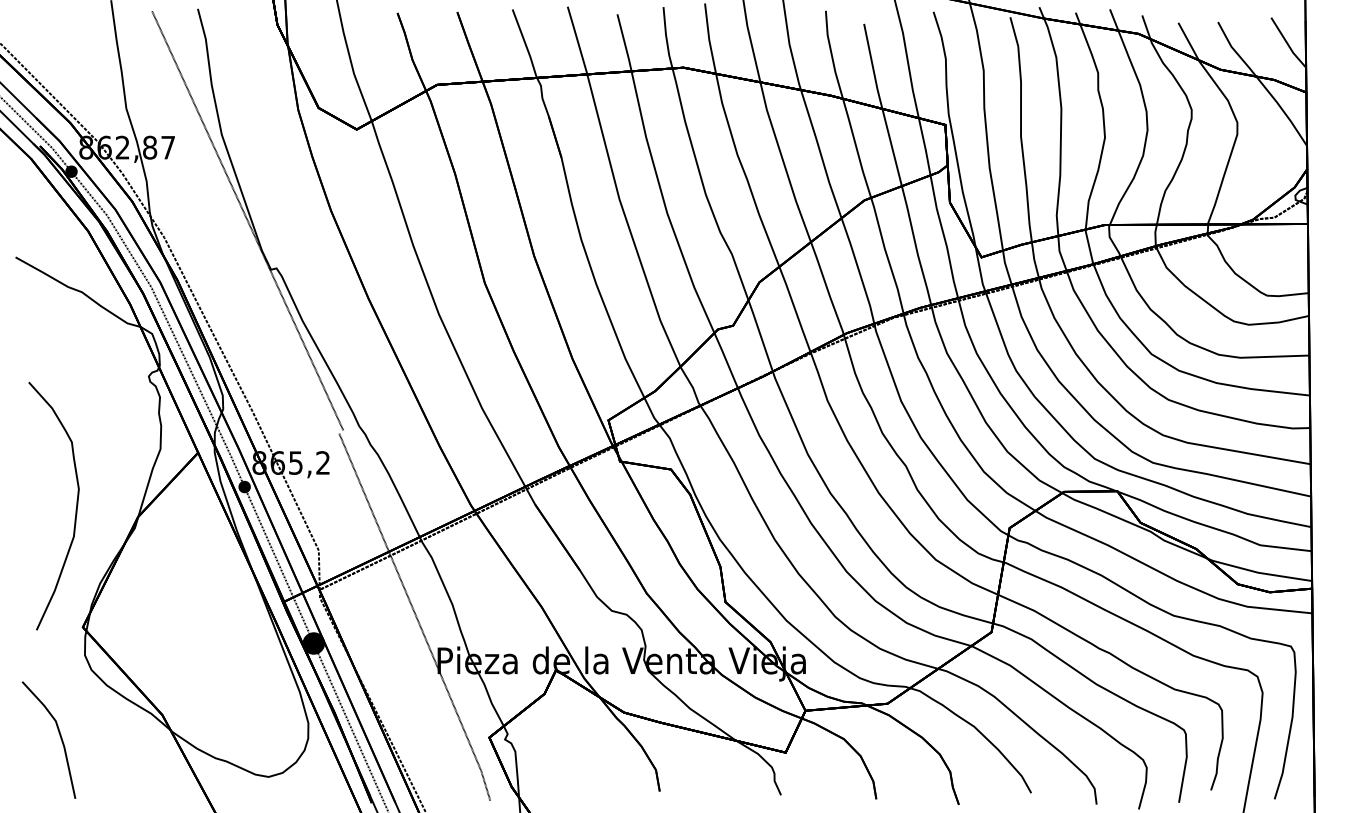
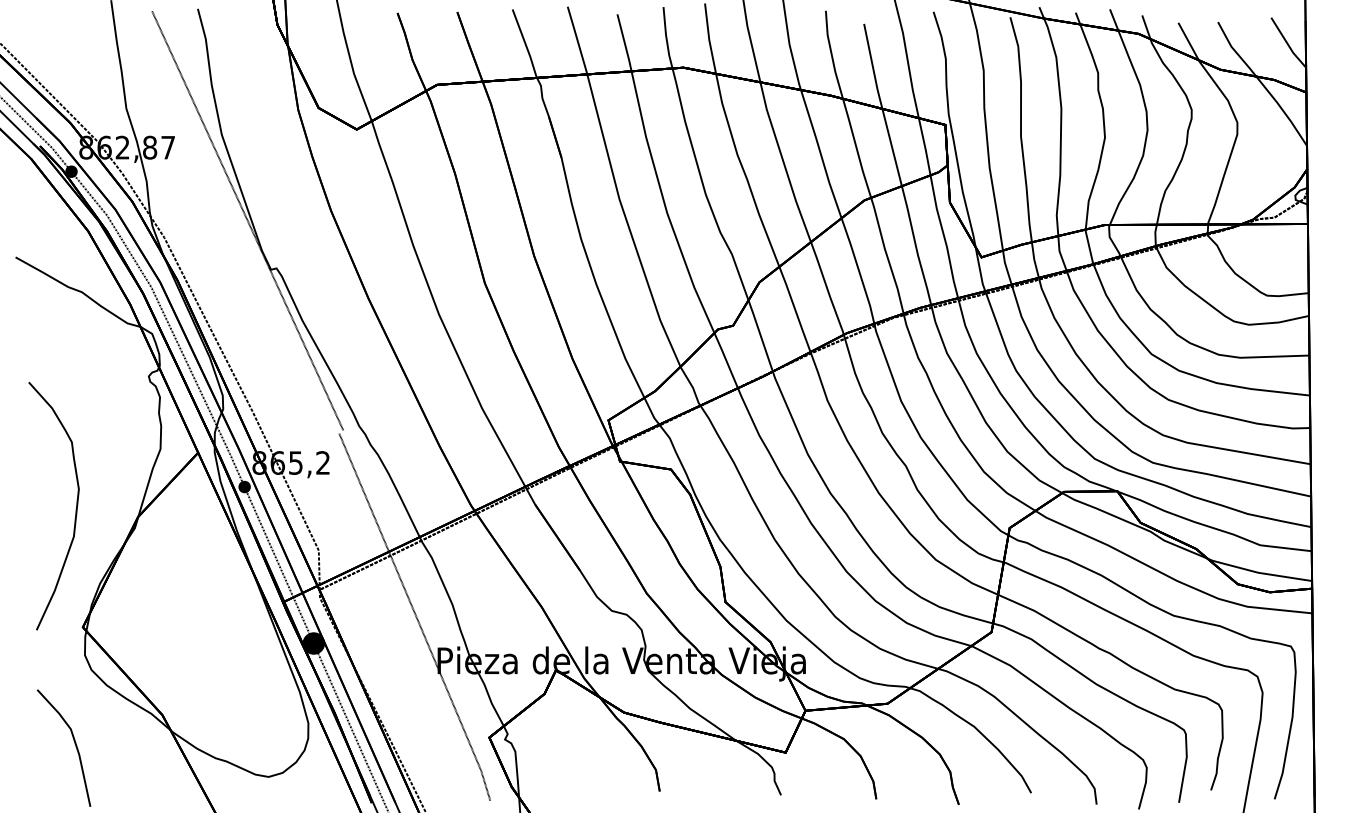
line at (59, 735) position: (59, 735) -> (74, 743)
